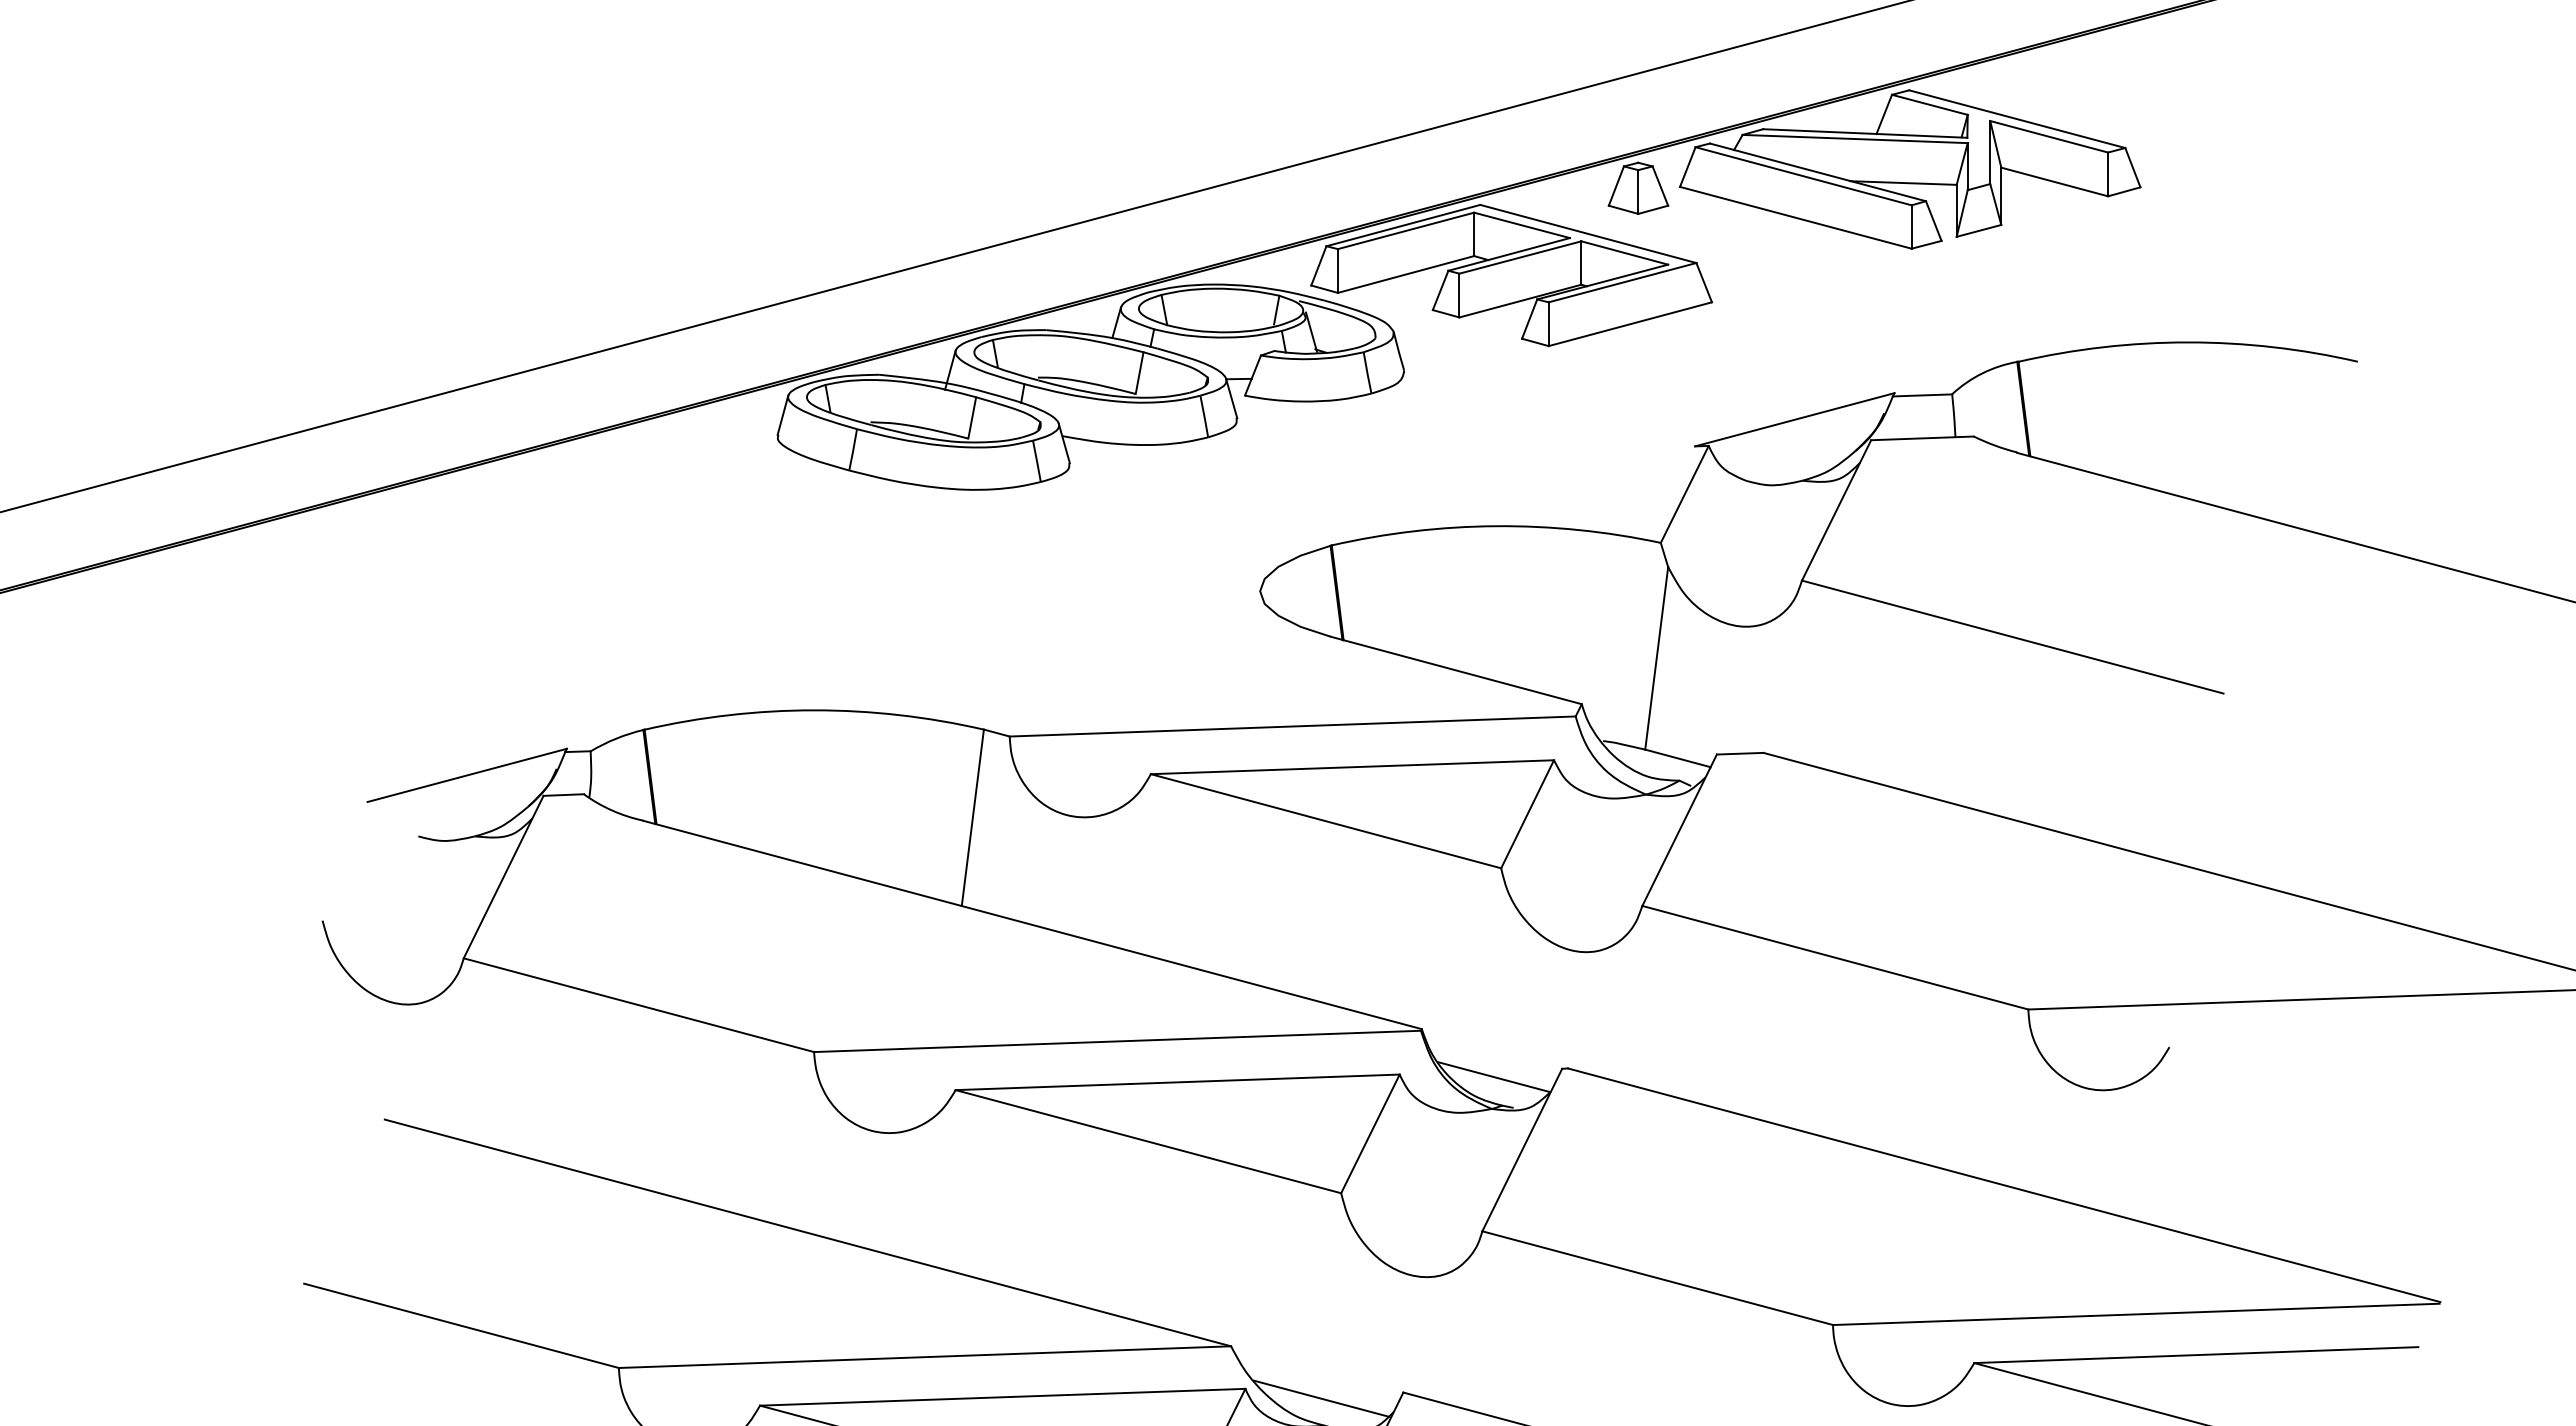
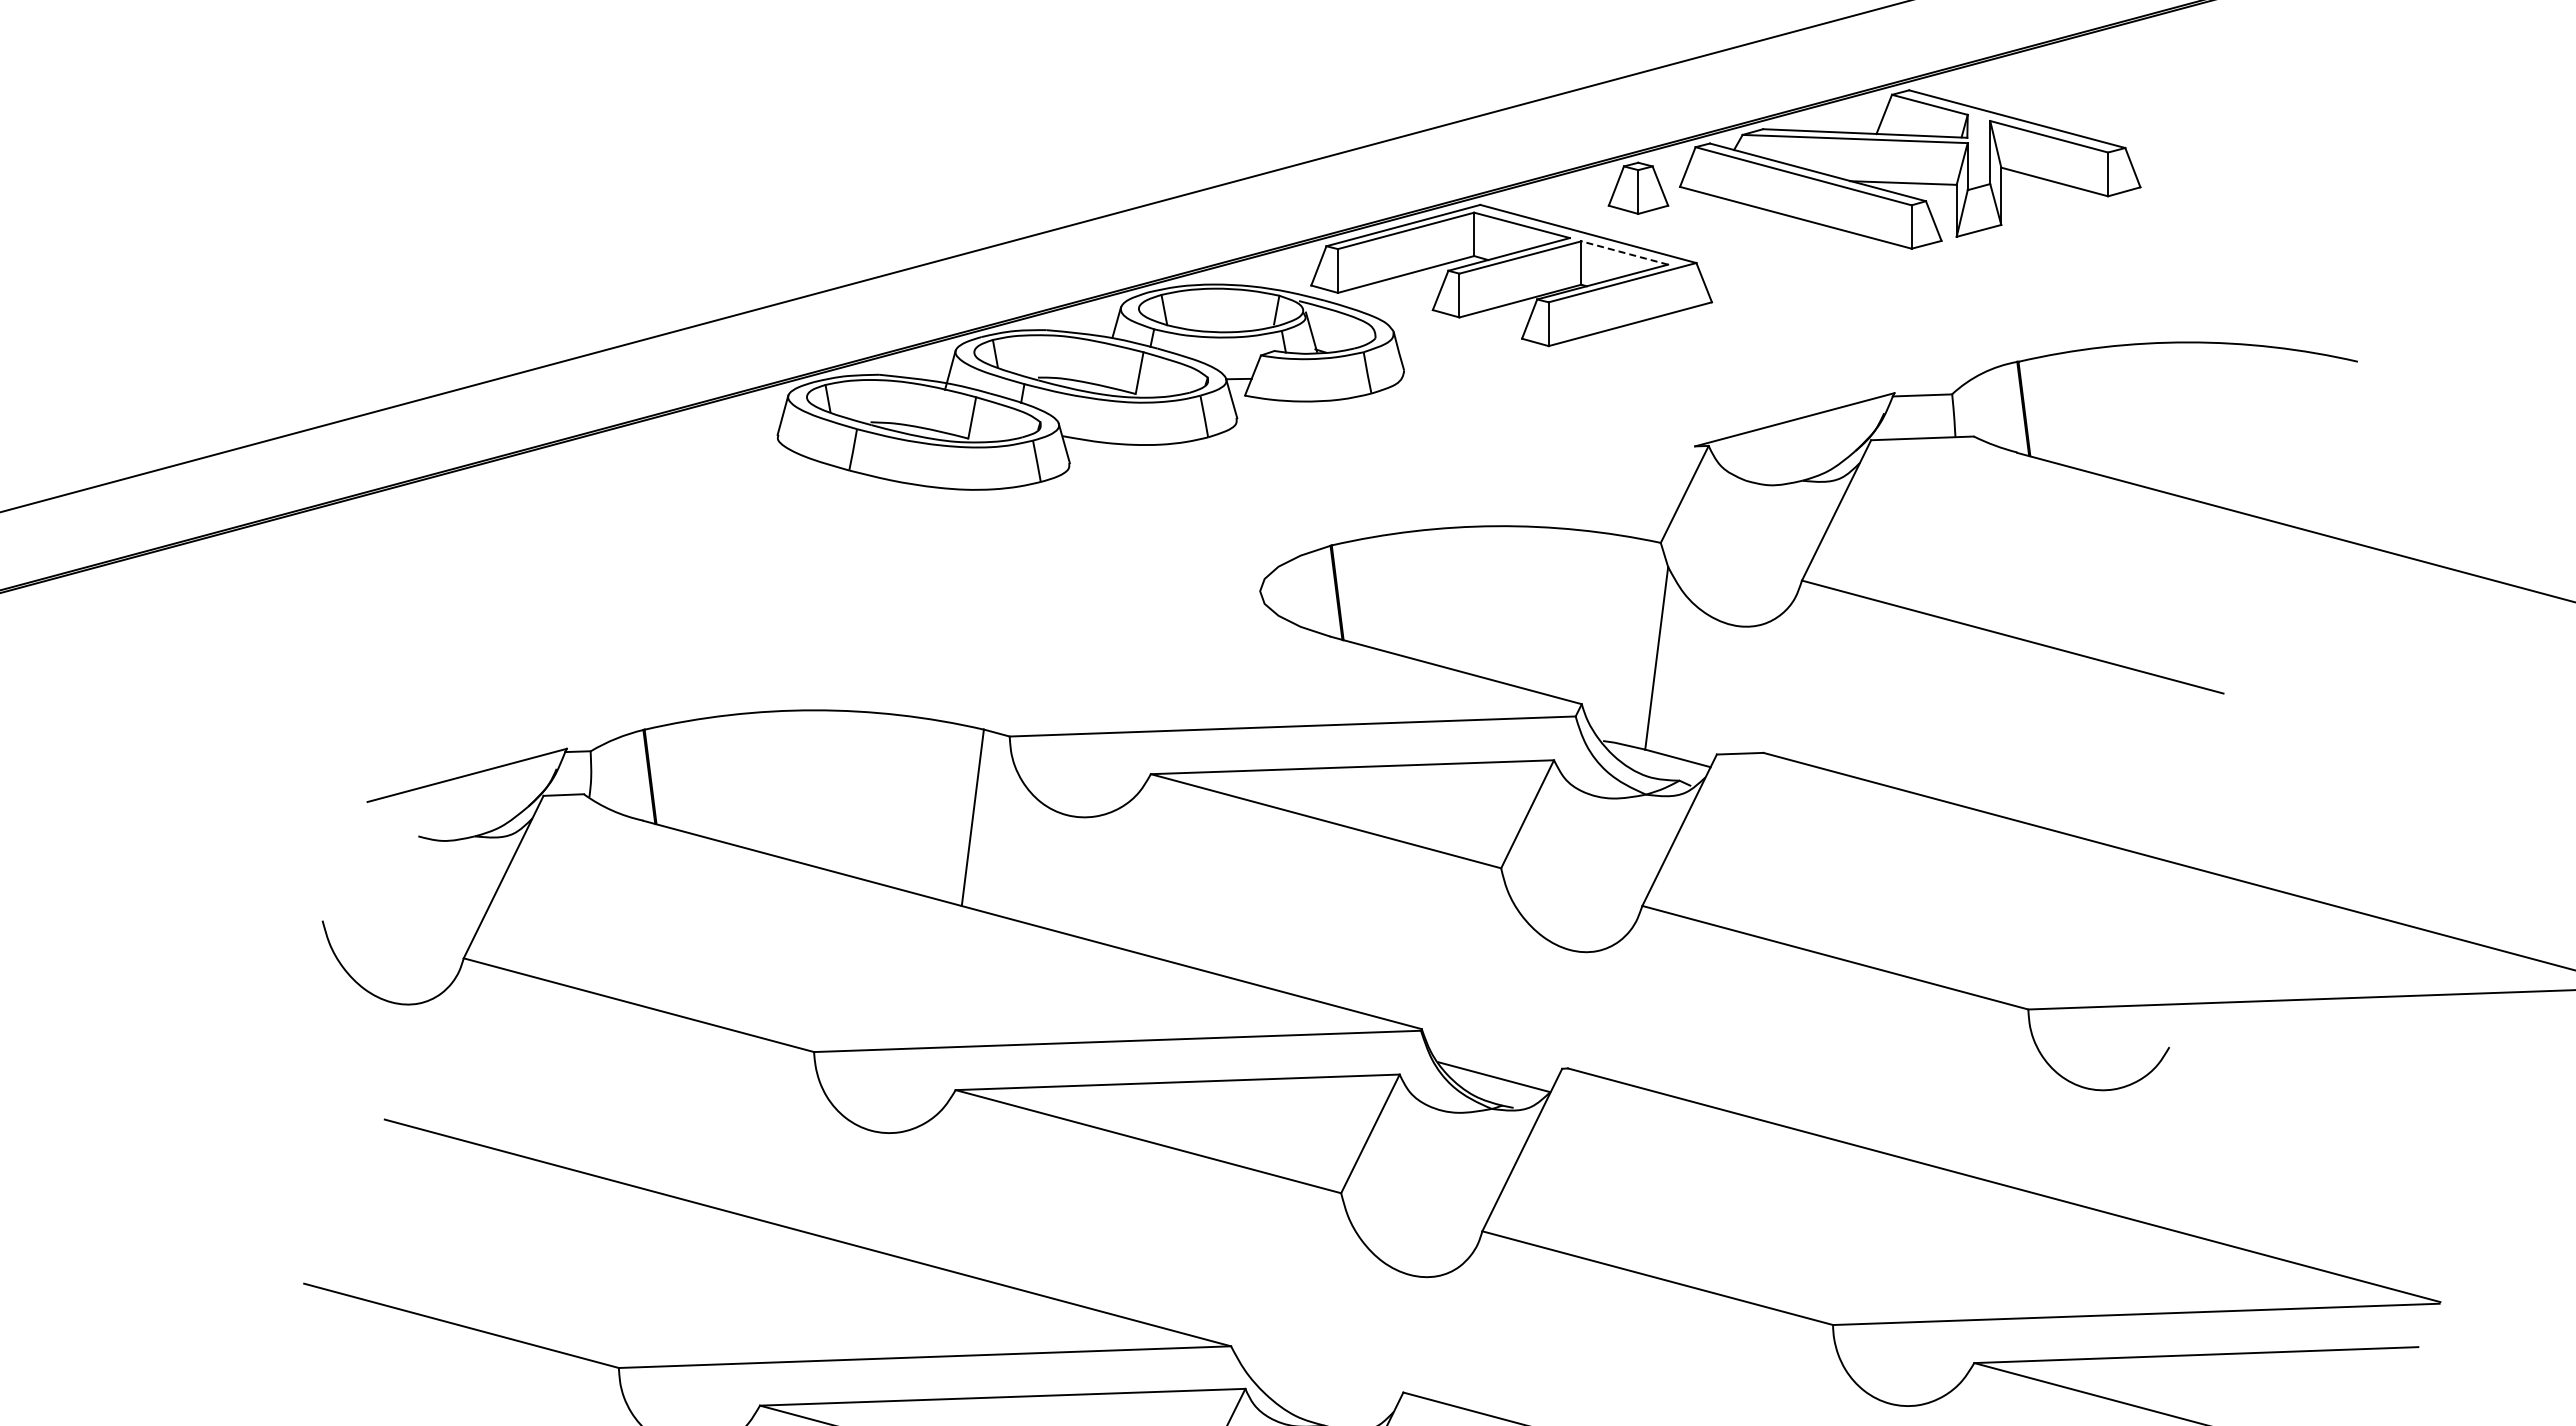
line at (1624, 253): solid -> dashed
line at (1321, 1398): present -> none
